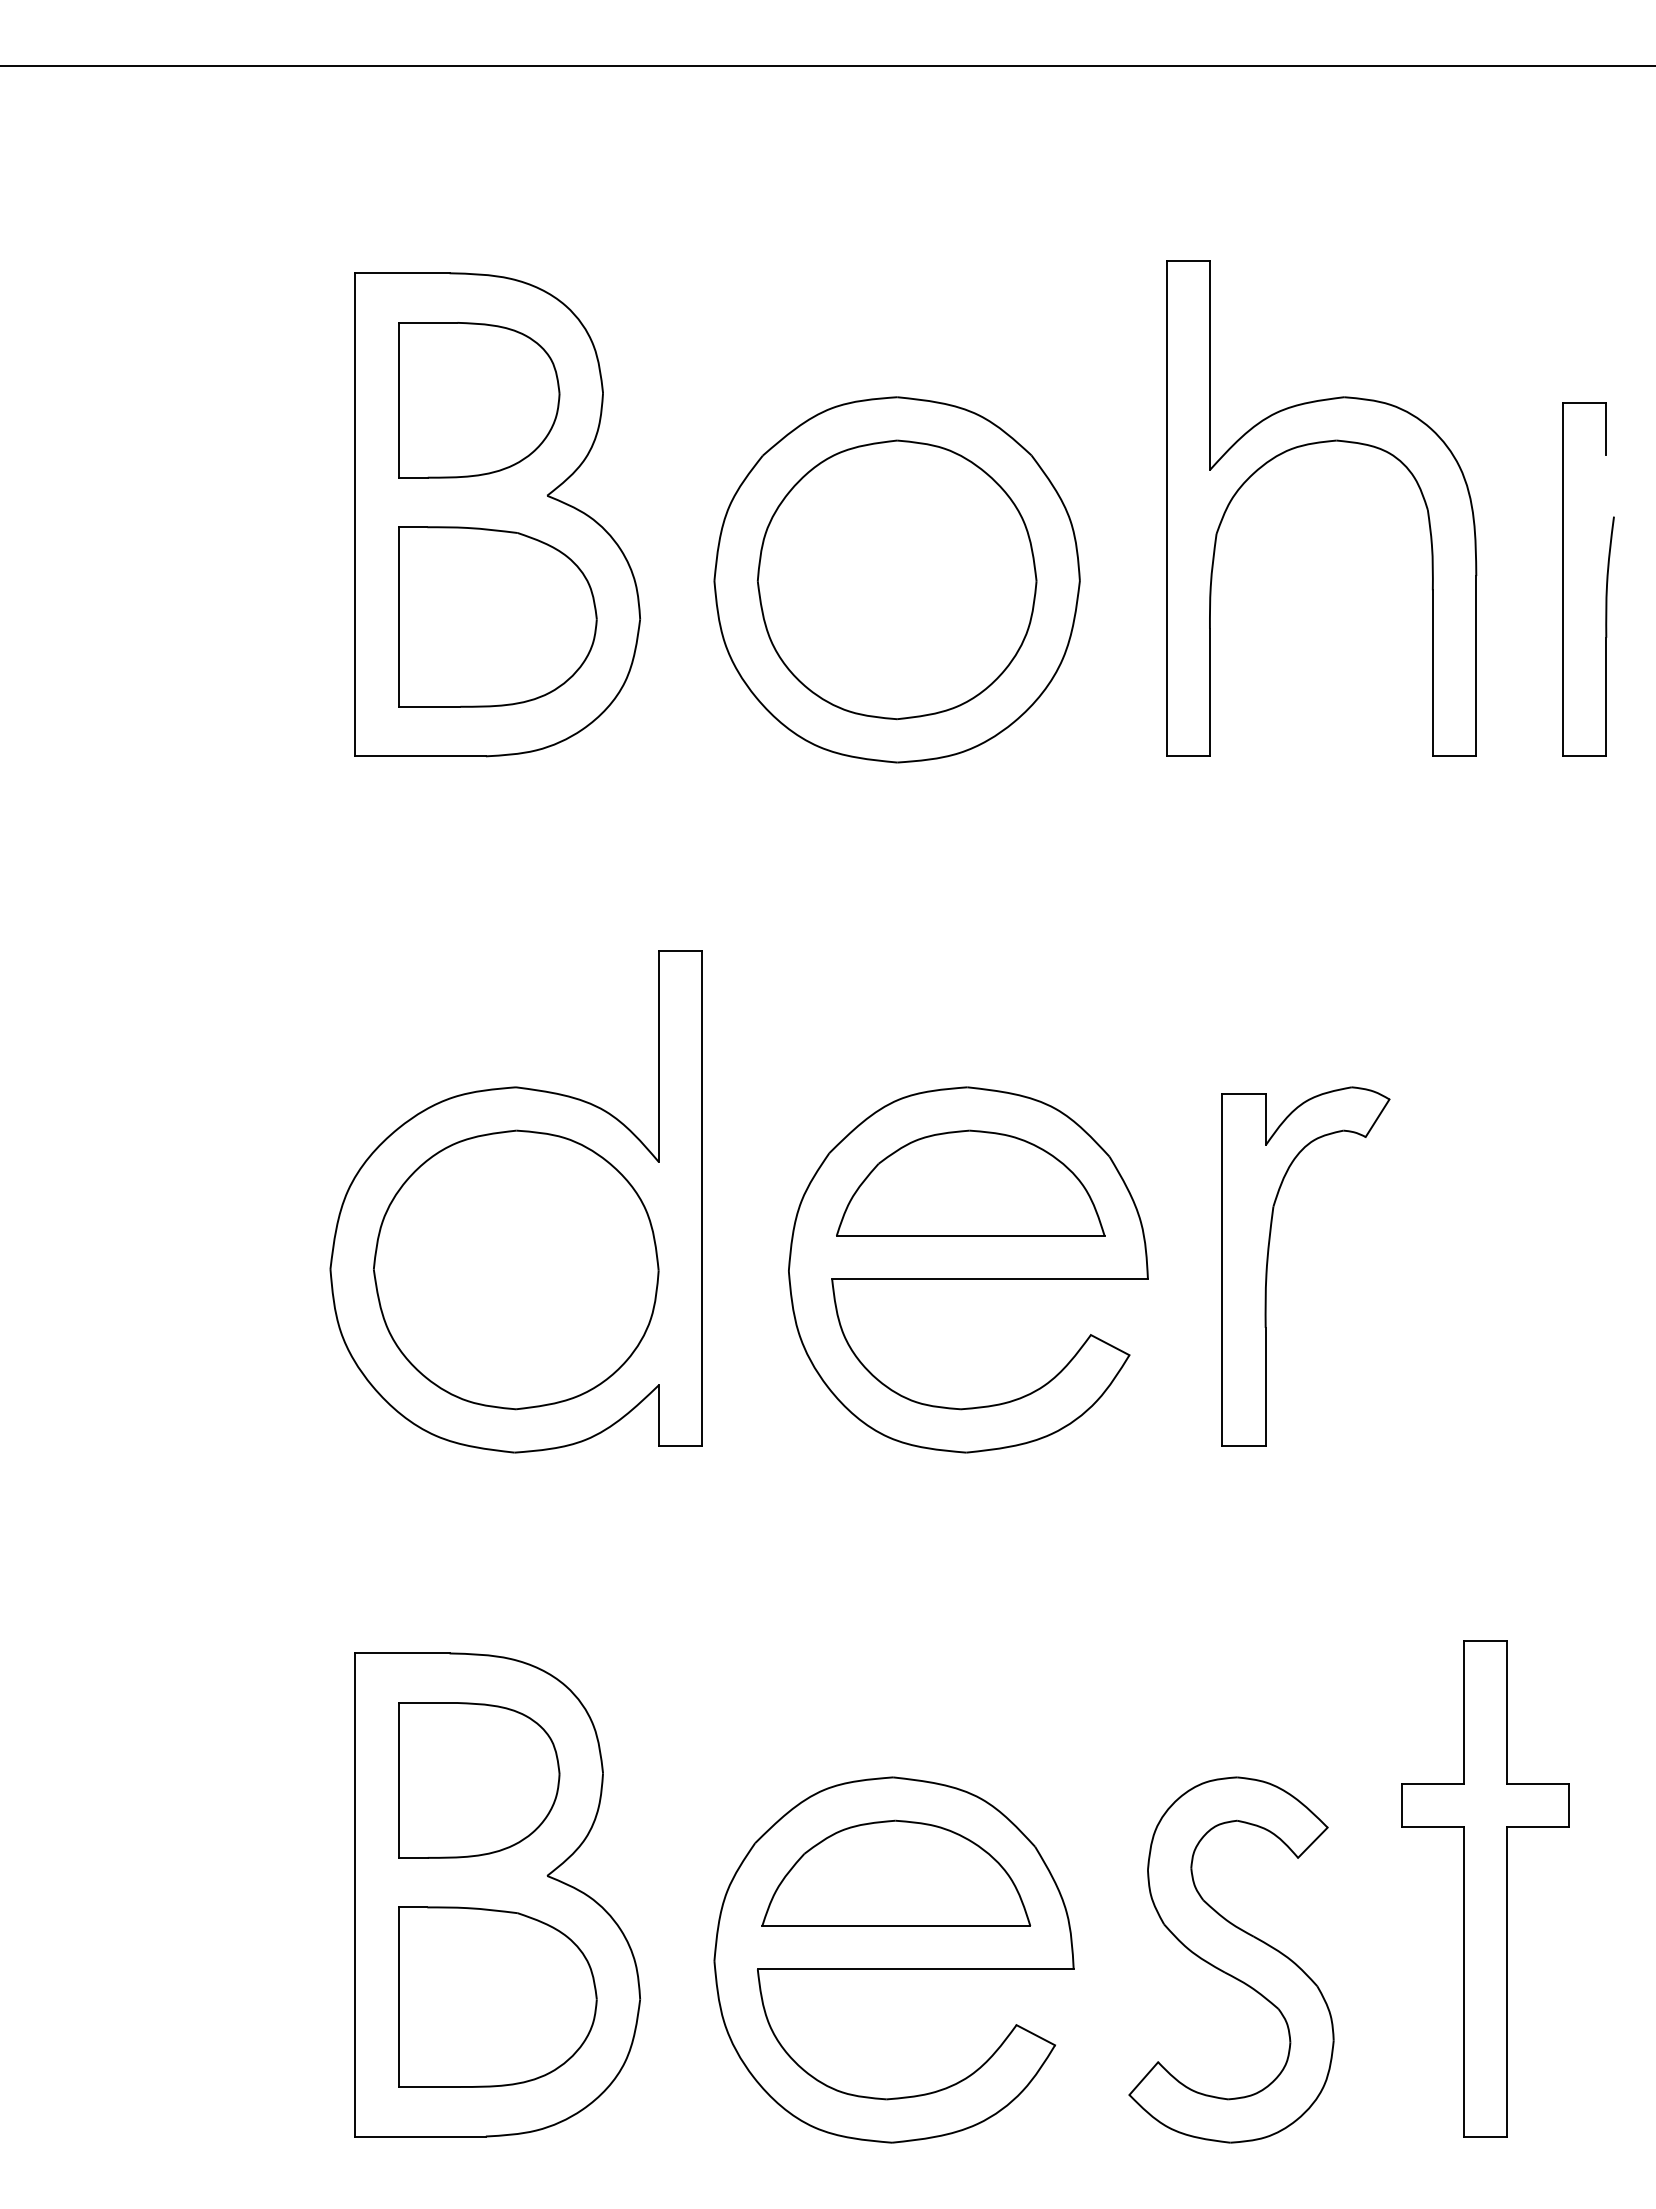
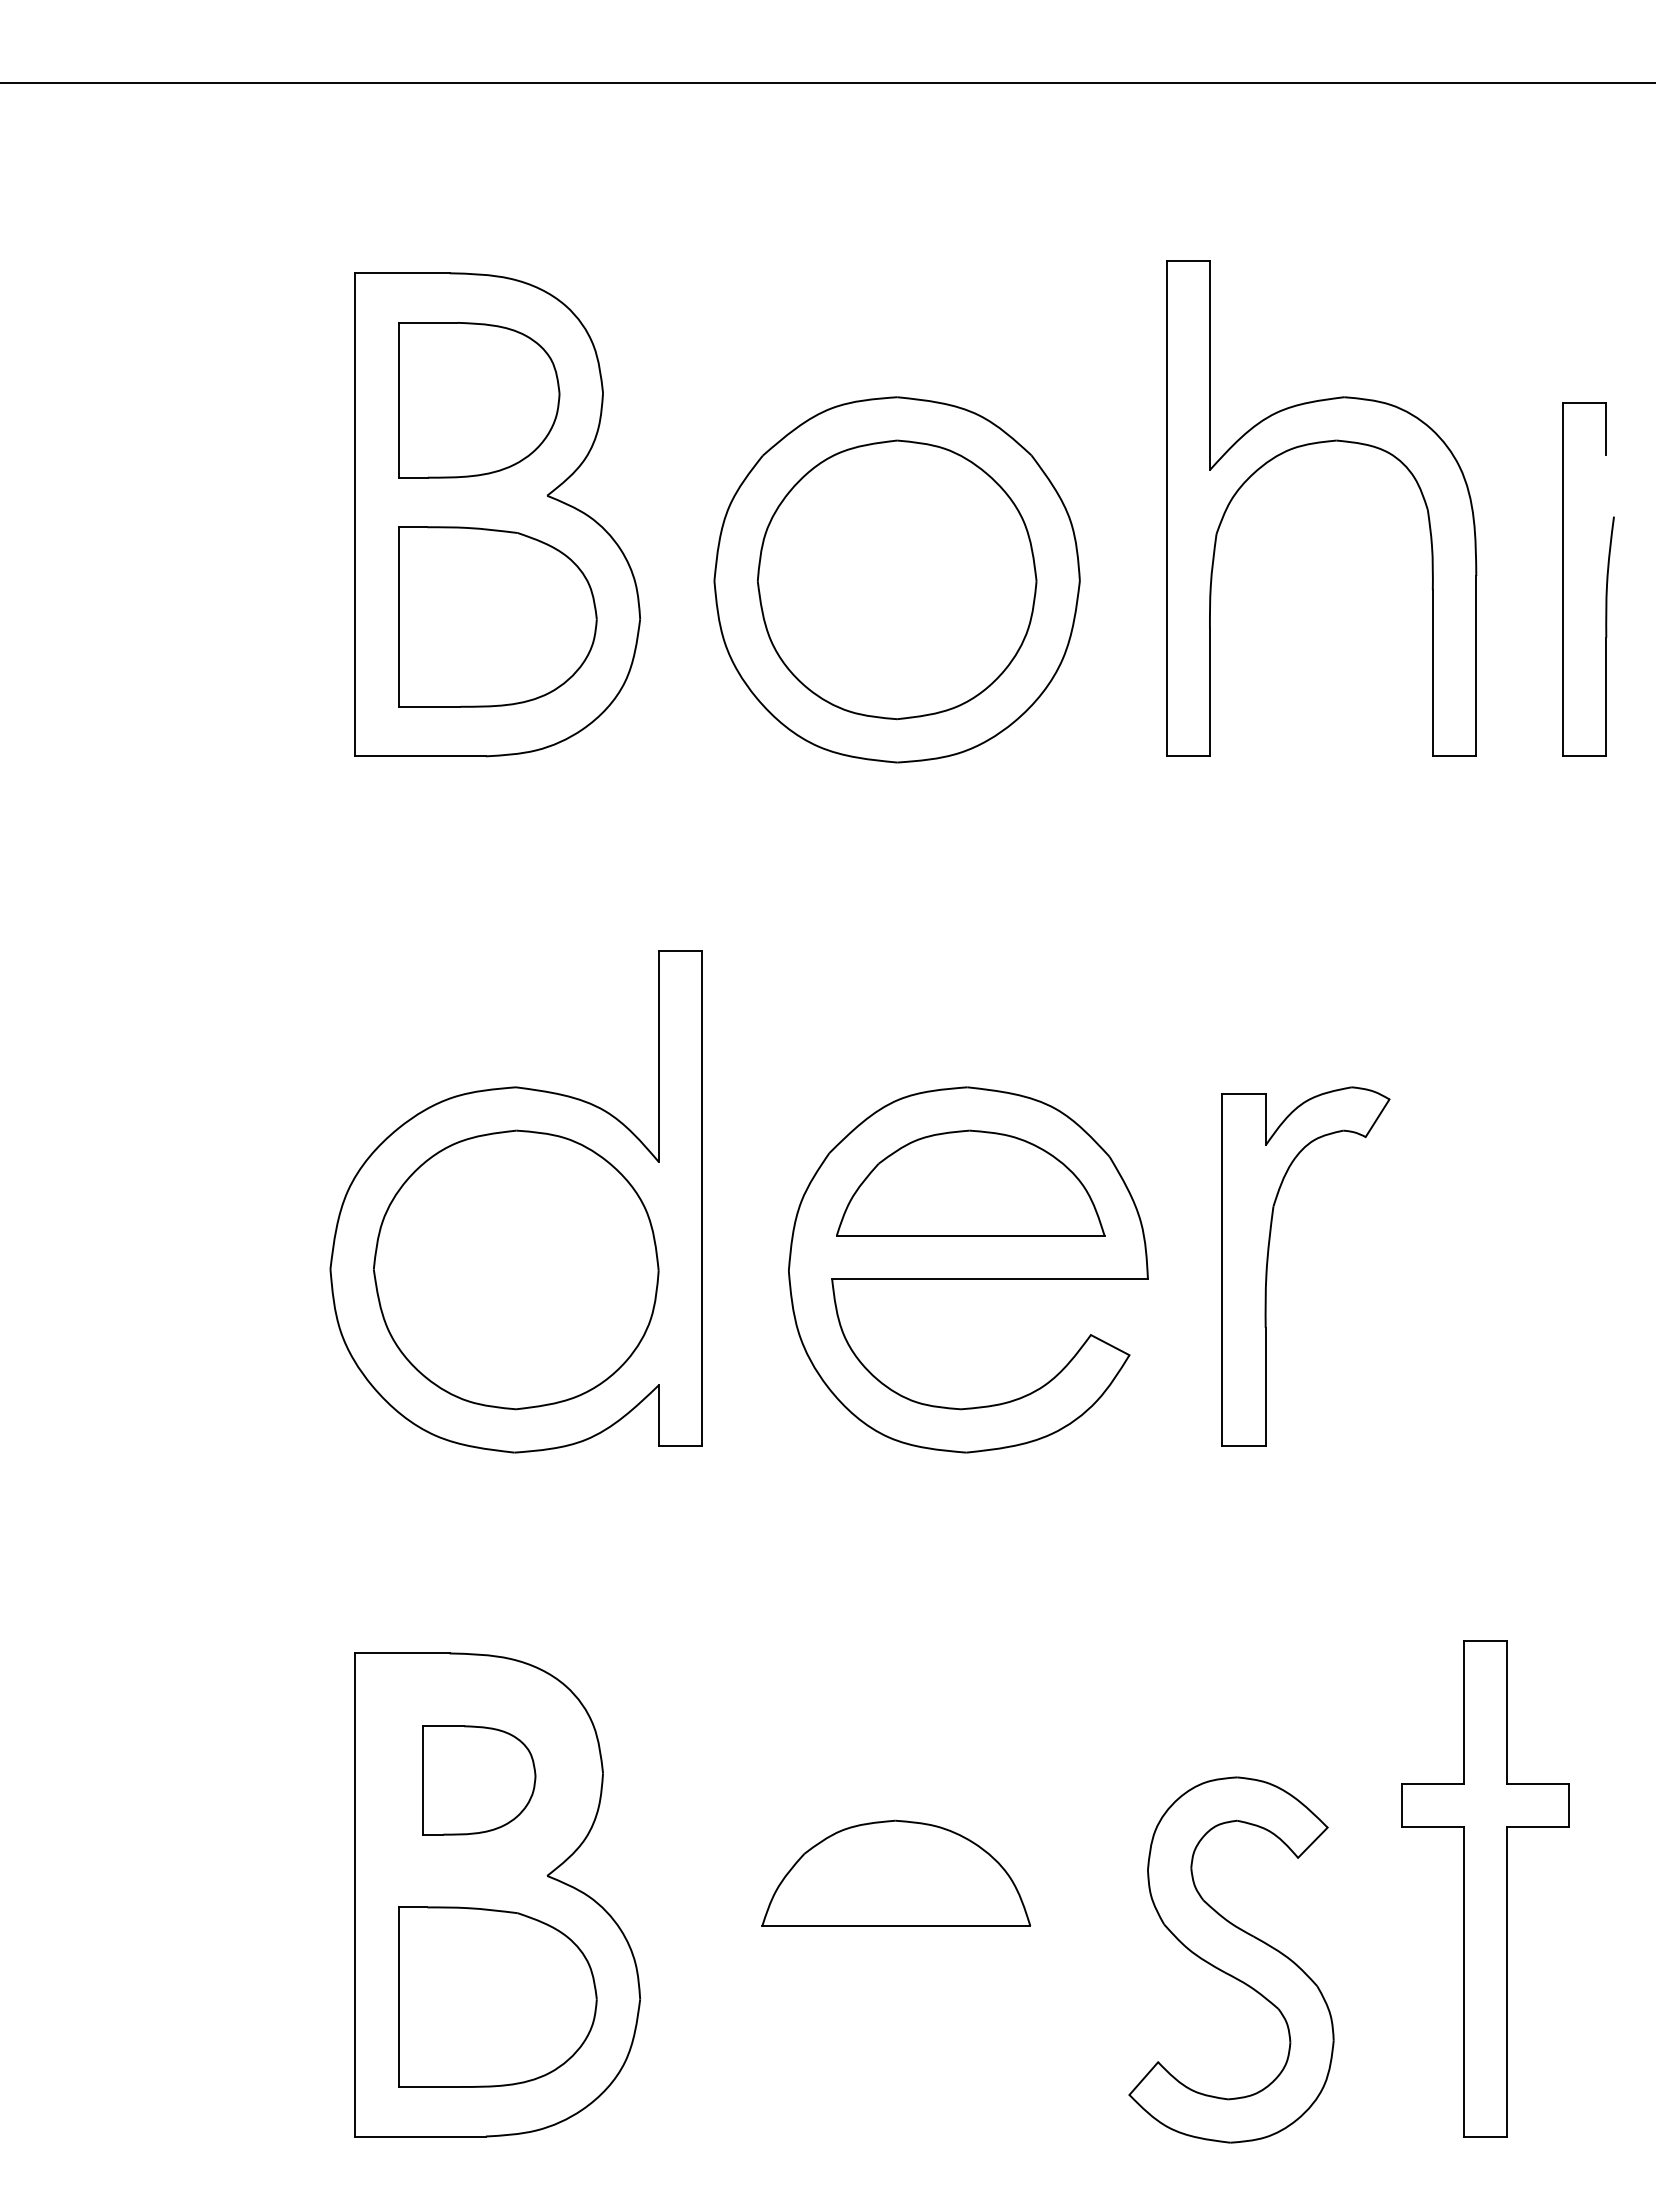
line at (827, 66) position: (827, 66) -> (827, 83)
part at (479, 1780) size: 163x157 px -> 115x111 px
part at (893, 1959): present -> none
